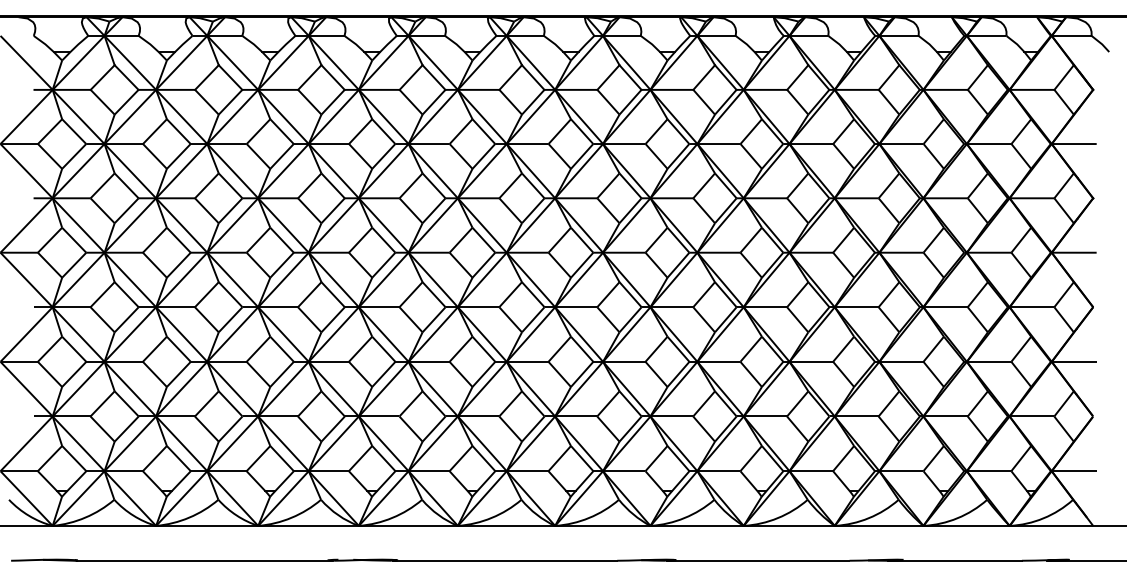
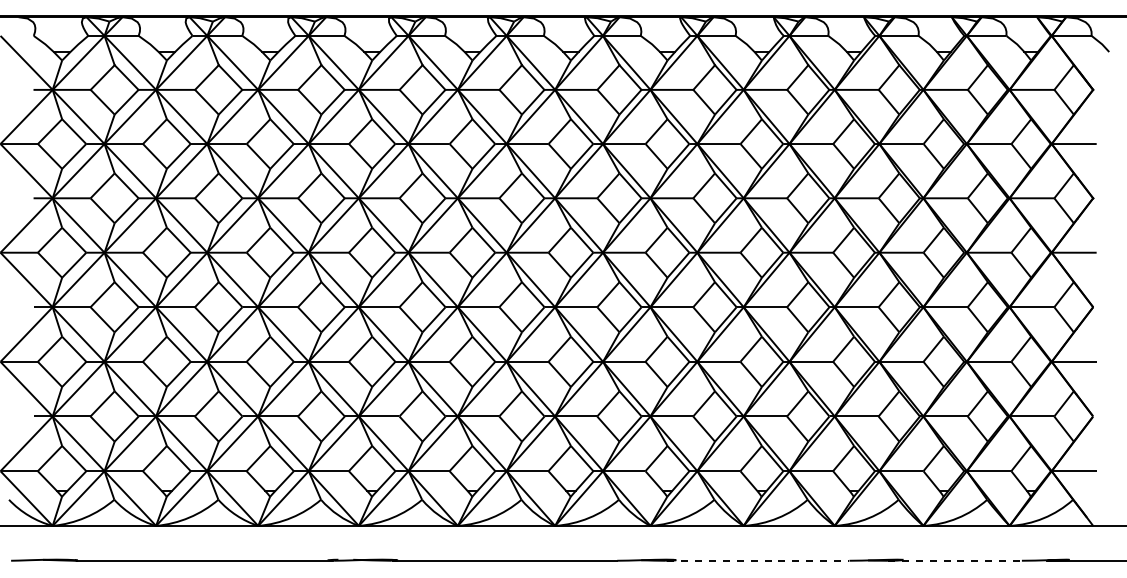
line at (758, 560): solid -> dashed
line at (955, 560): solid -> dashed
